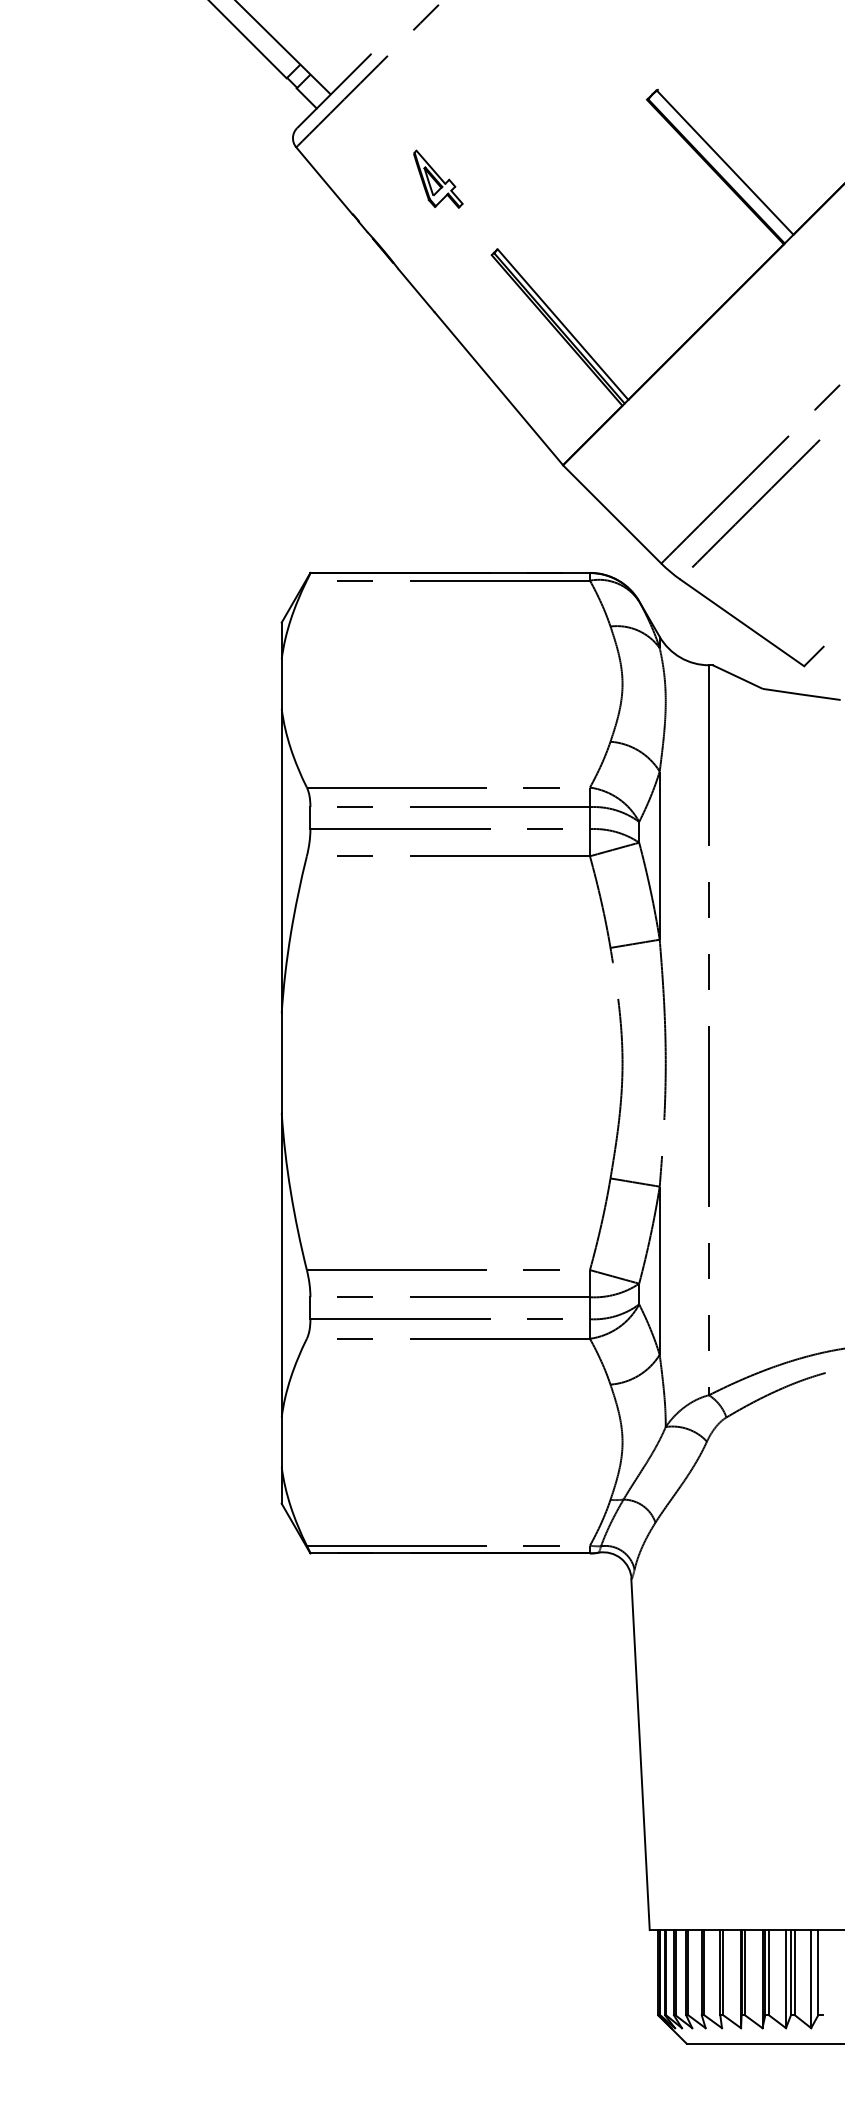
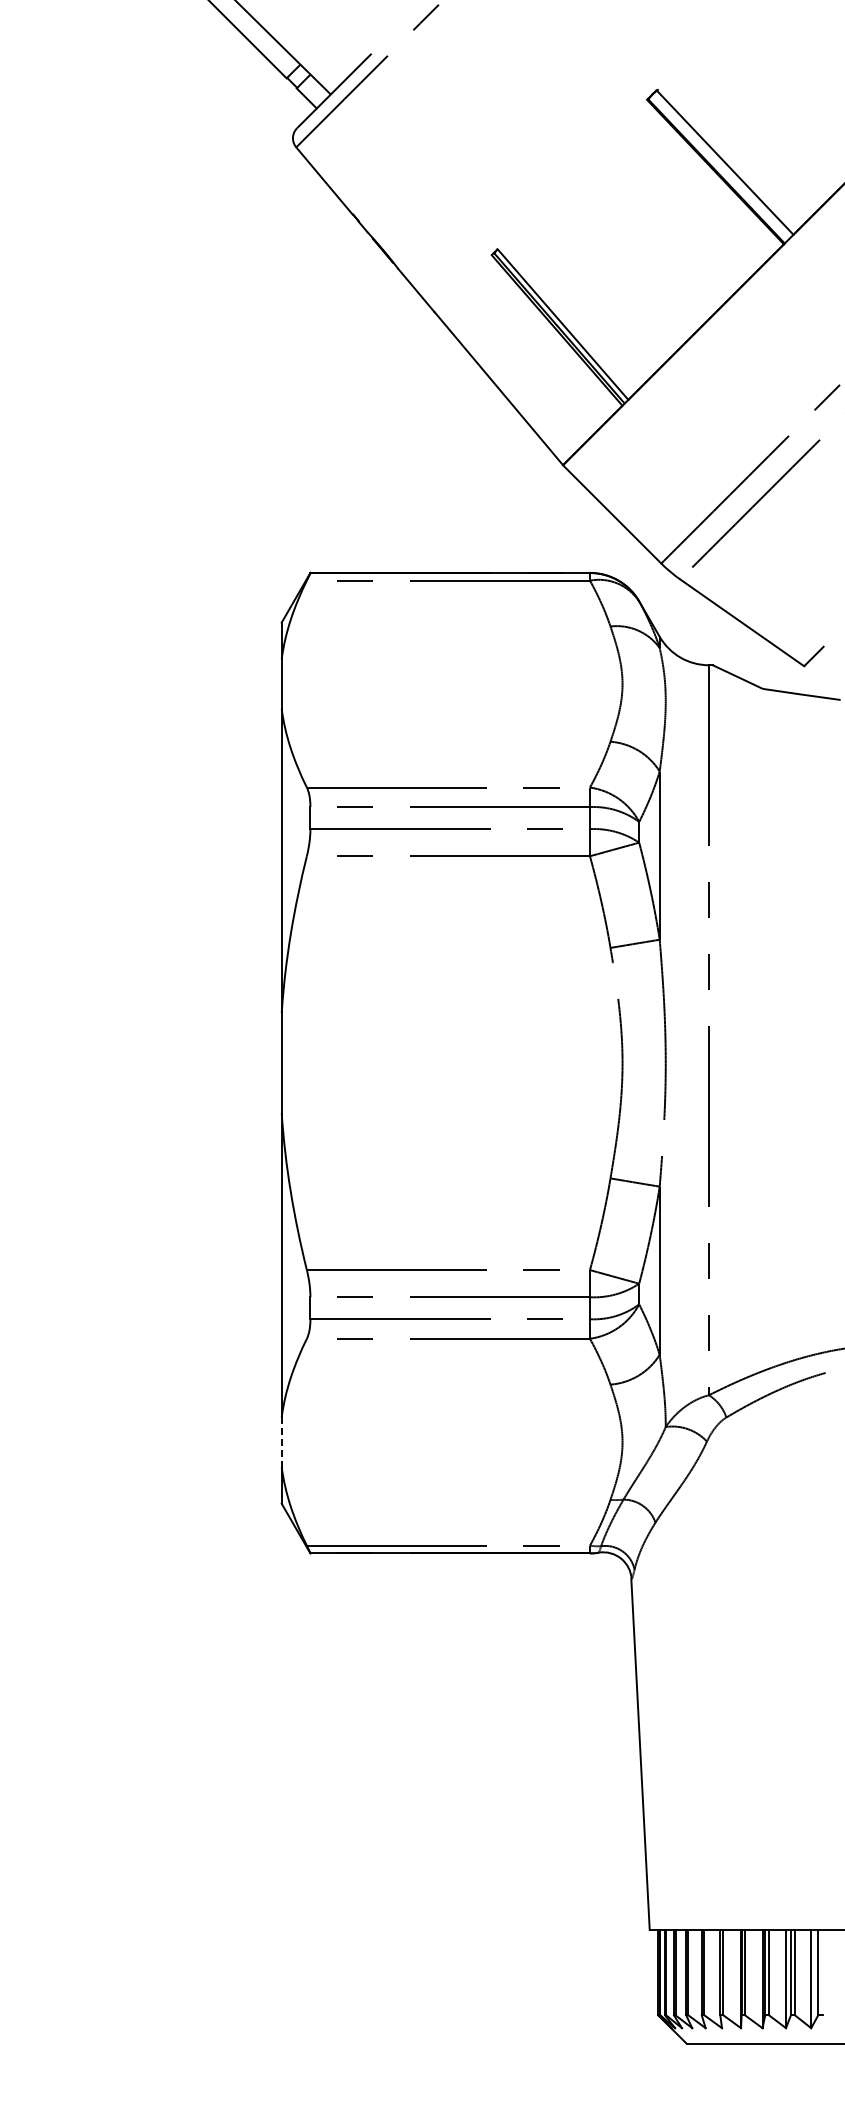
part at (438, 178): present -> none
line at (281, 1442): solid -> dashed
